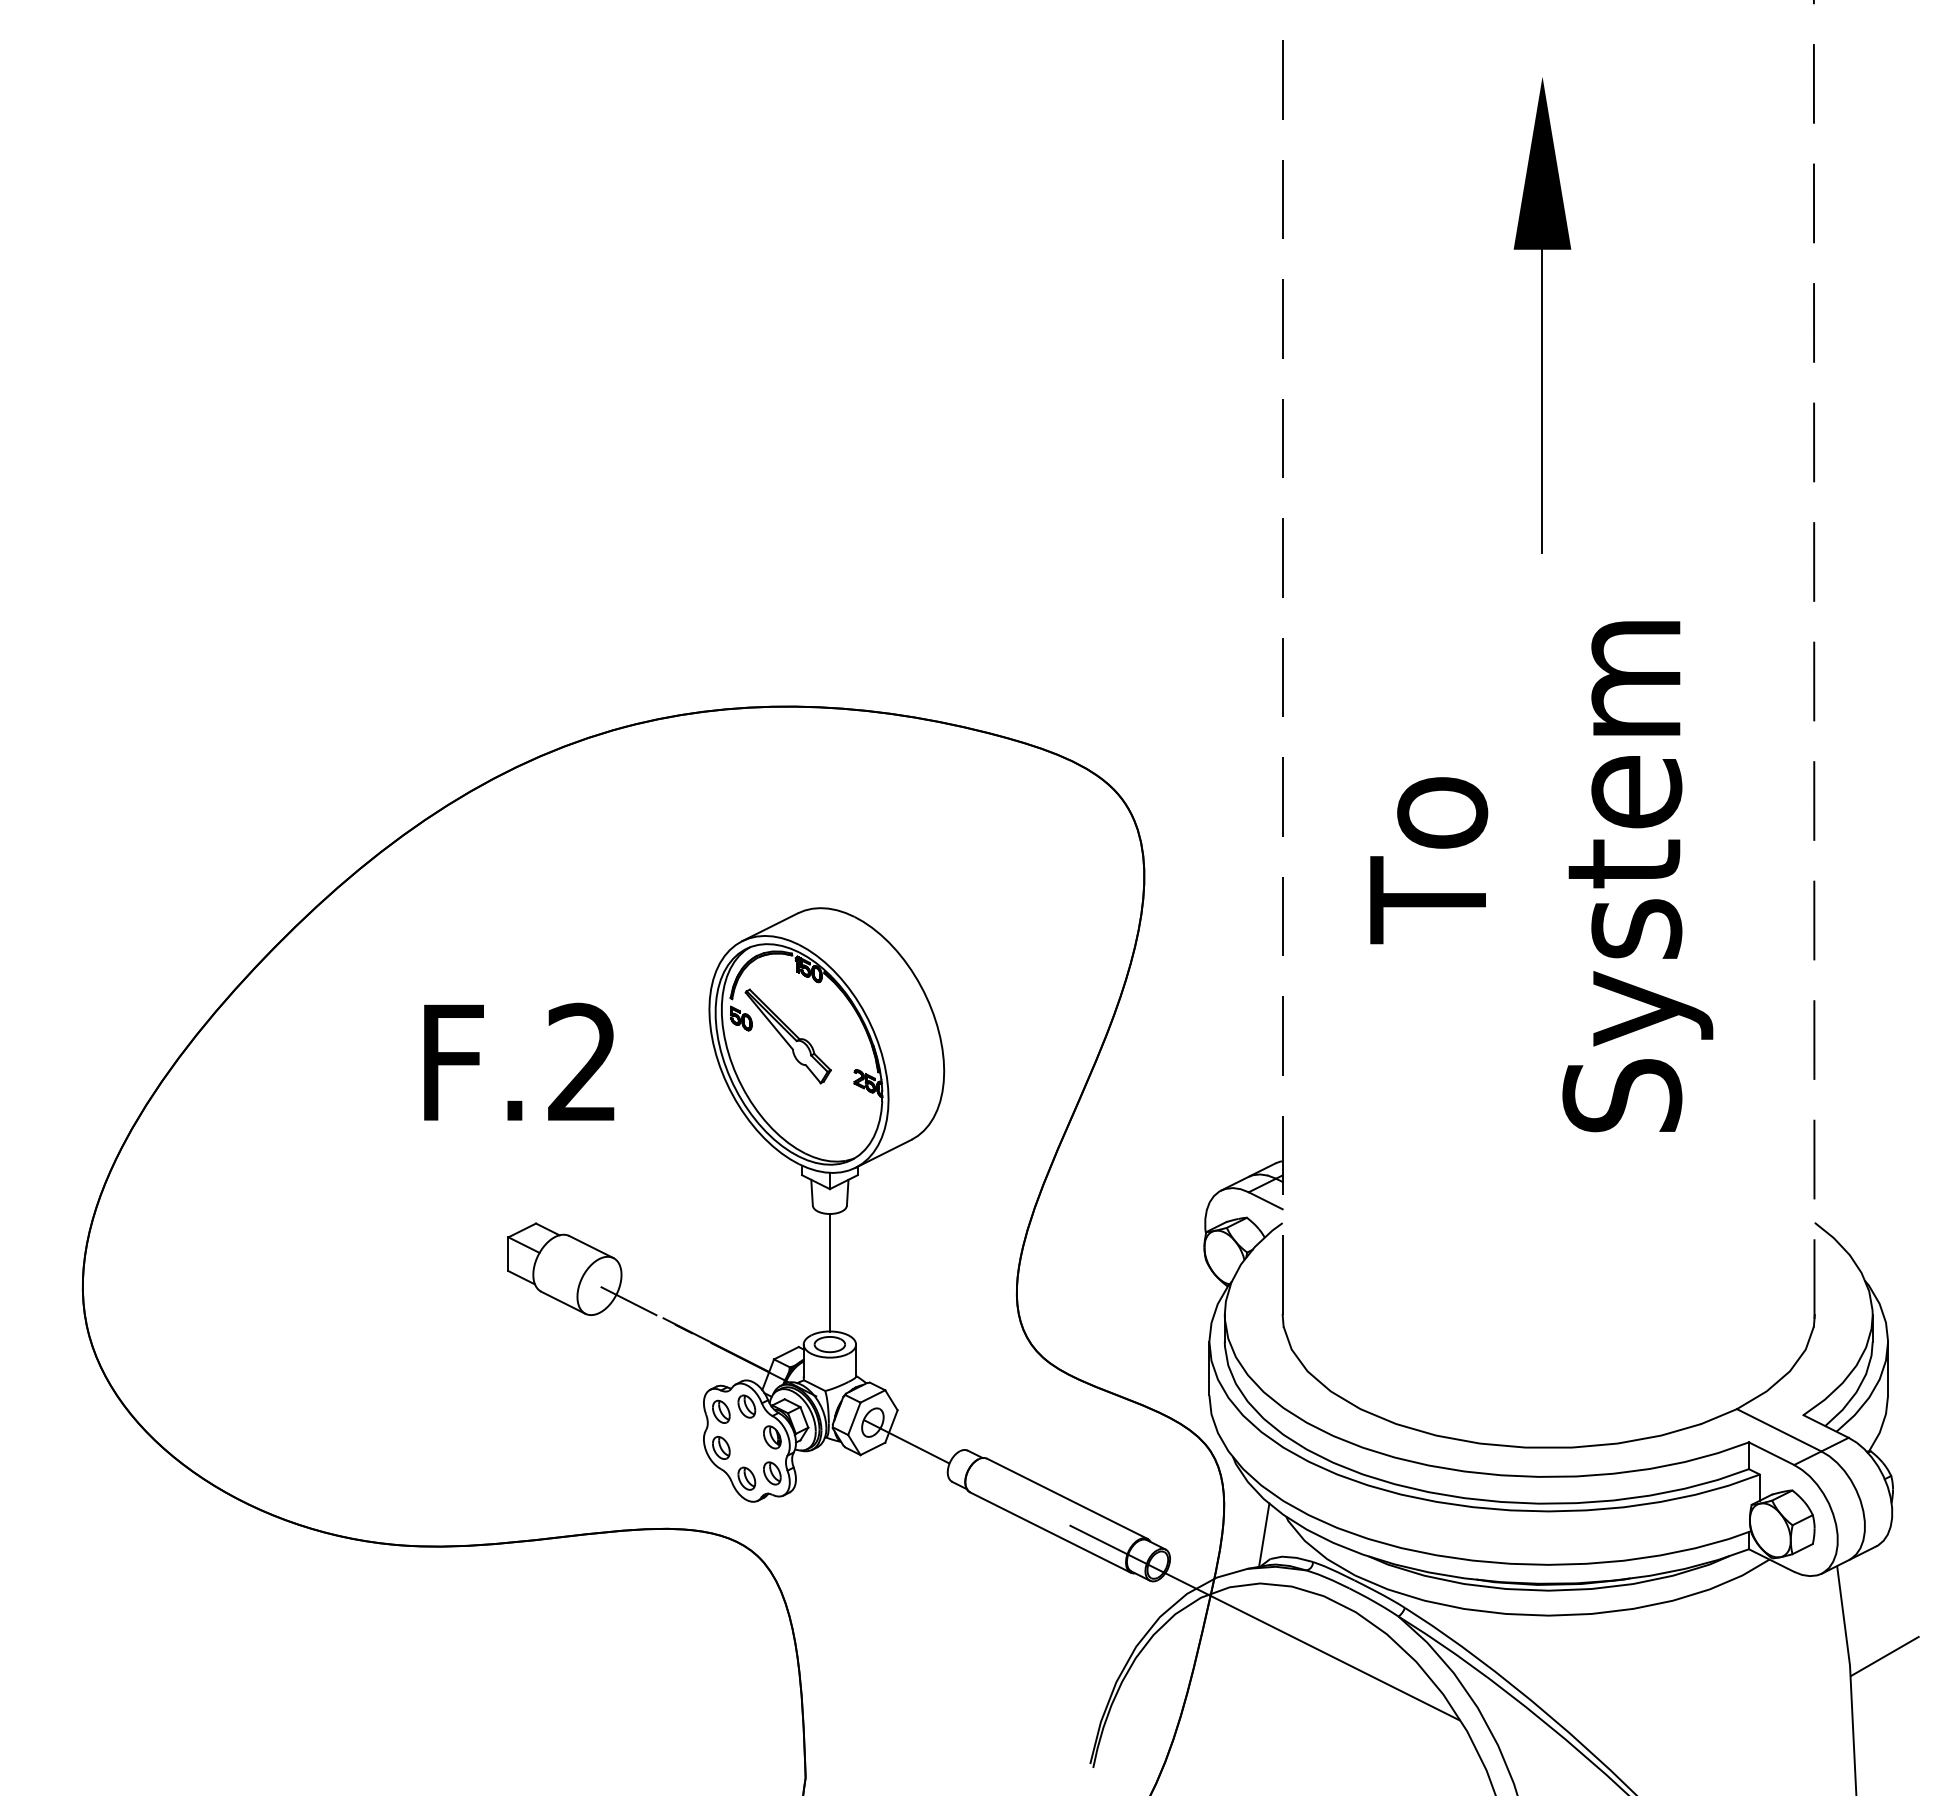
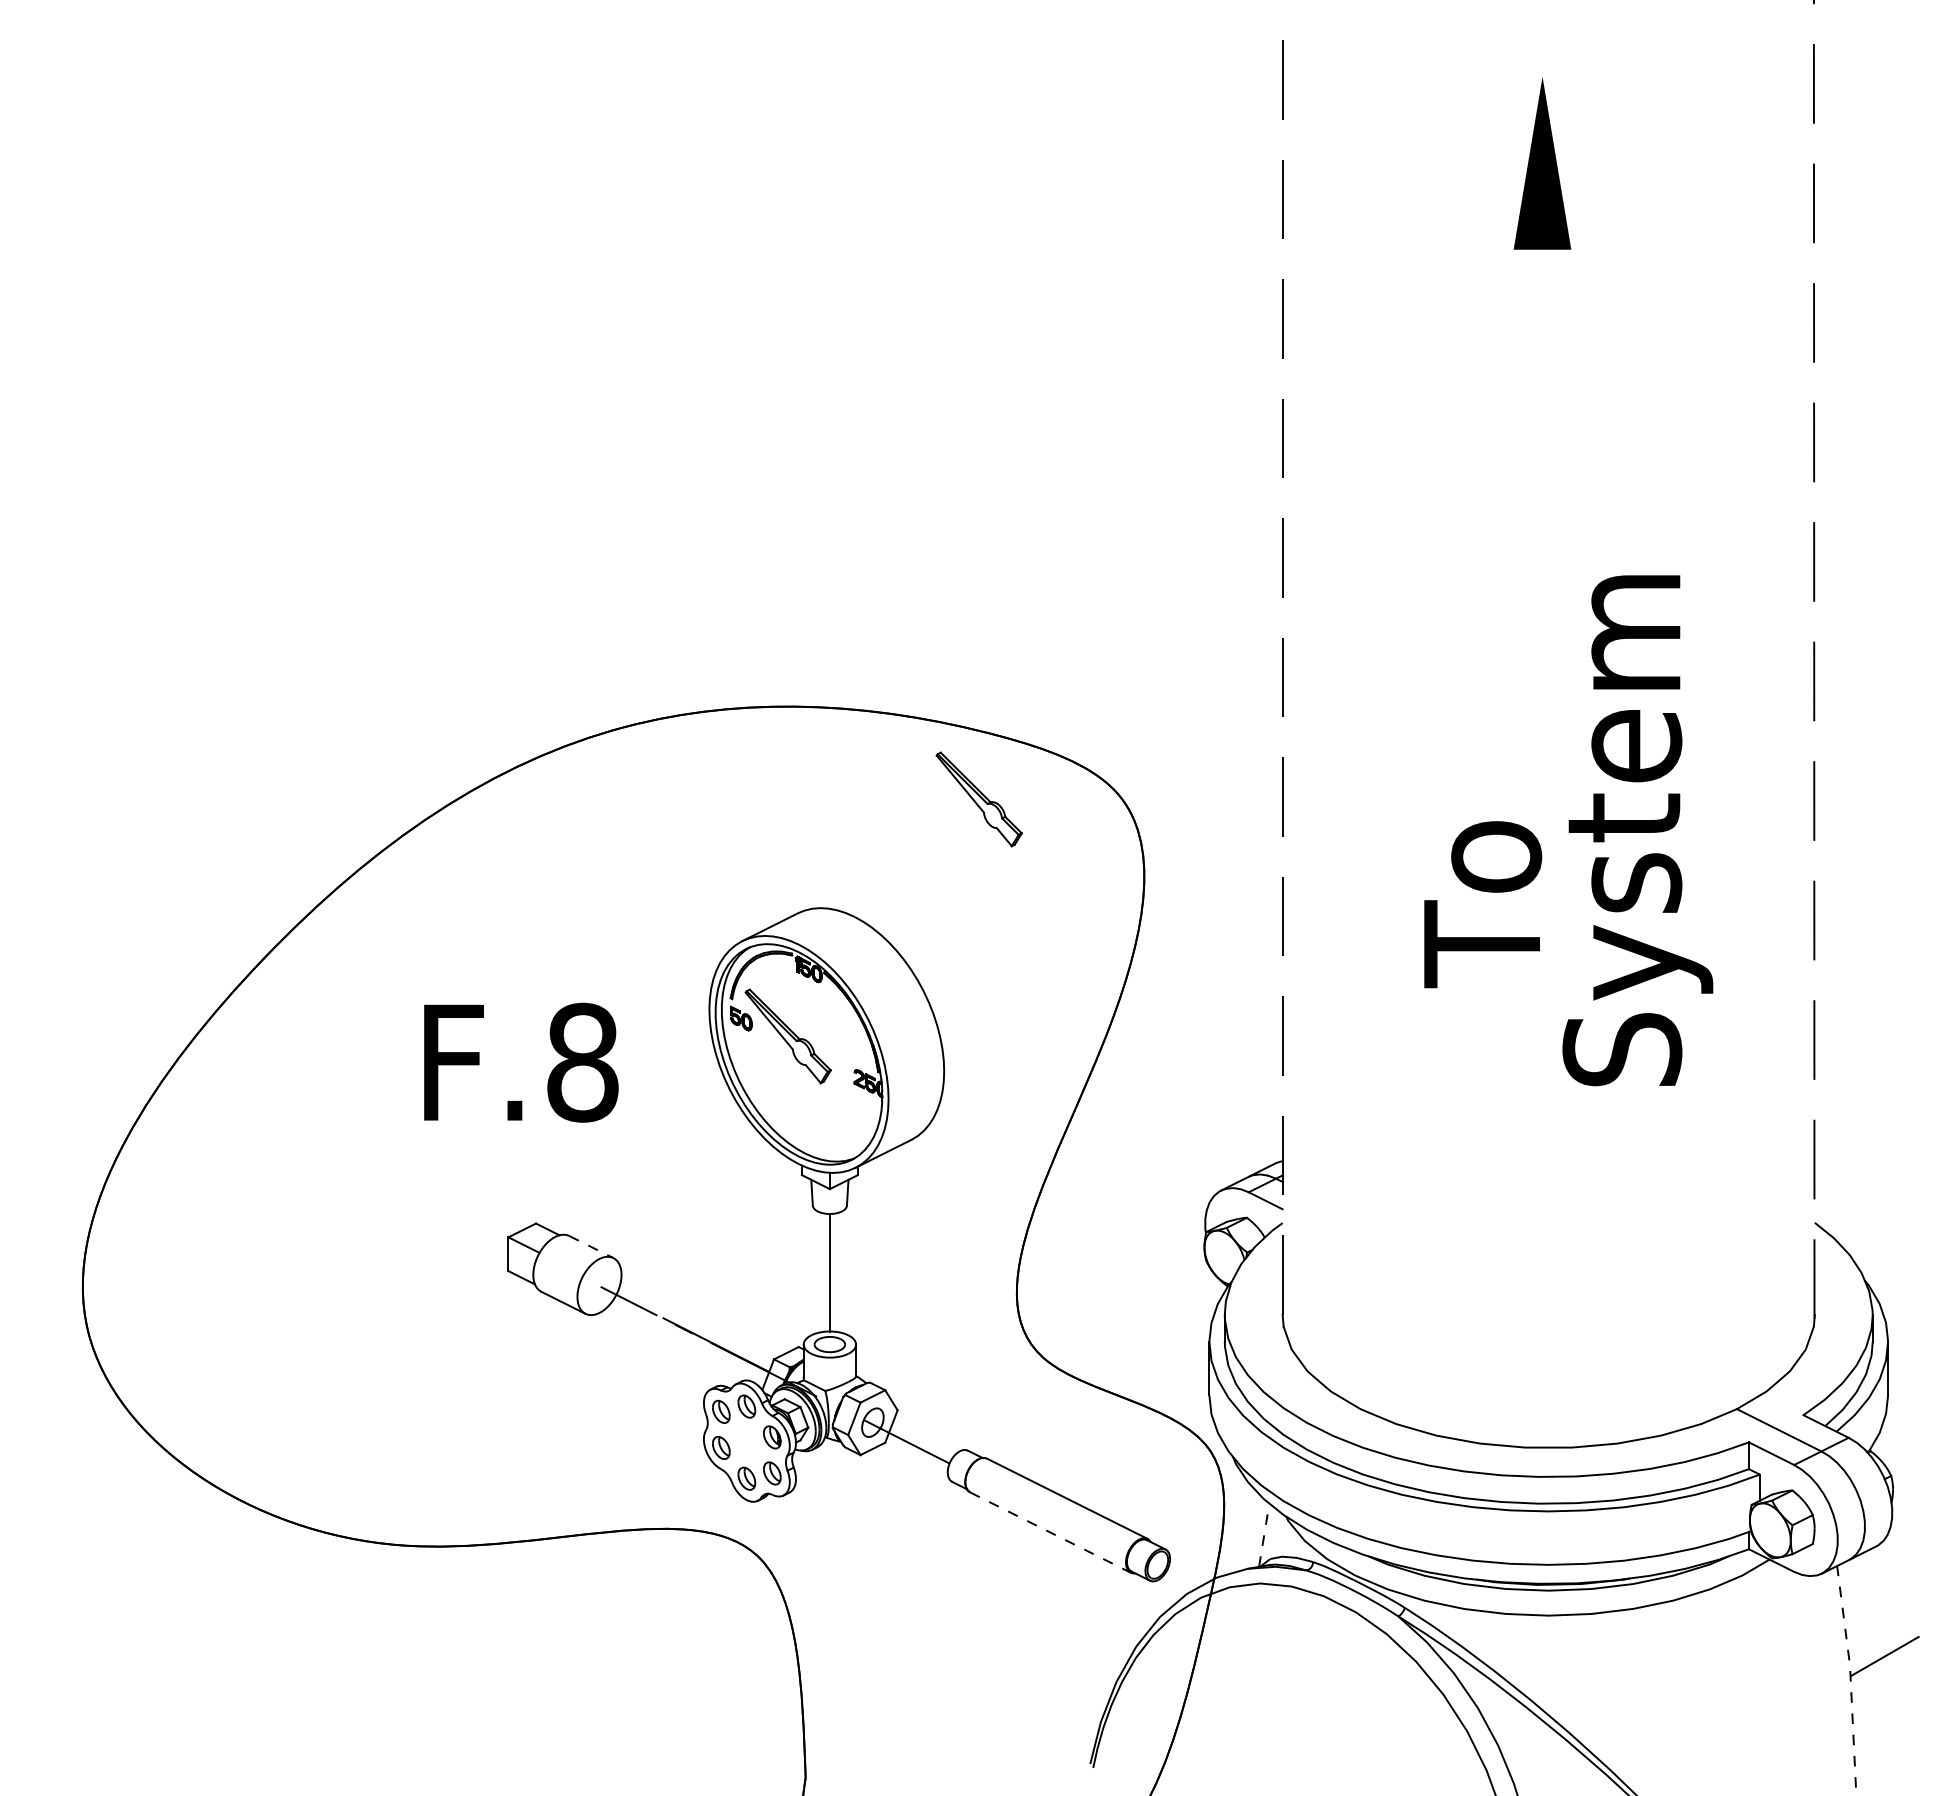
line at (1542, 401): present -> none
part at (978, 799): none -> present
text at (1429, 860) position: (1429, 860) -> (1483, 904)
text at (1637, 876) position: (1637, 876) -> (1637, 830)
text at (582, 1062): F.2 -> F.8
line at (591, 1247): solid -> dashed
line at (1050, 1532): solid -> dashed
line at (1264, 1534): solid -> dashed
line at (1264, 1622): present -> none
line at (1850, 1679): solid -> dashed
